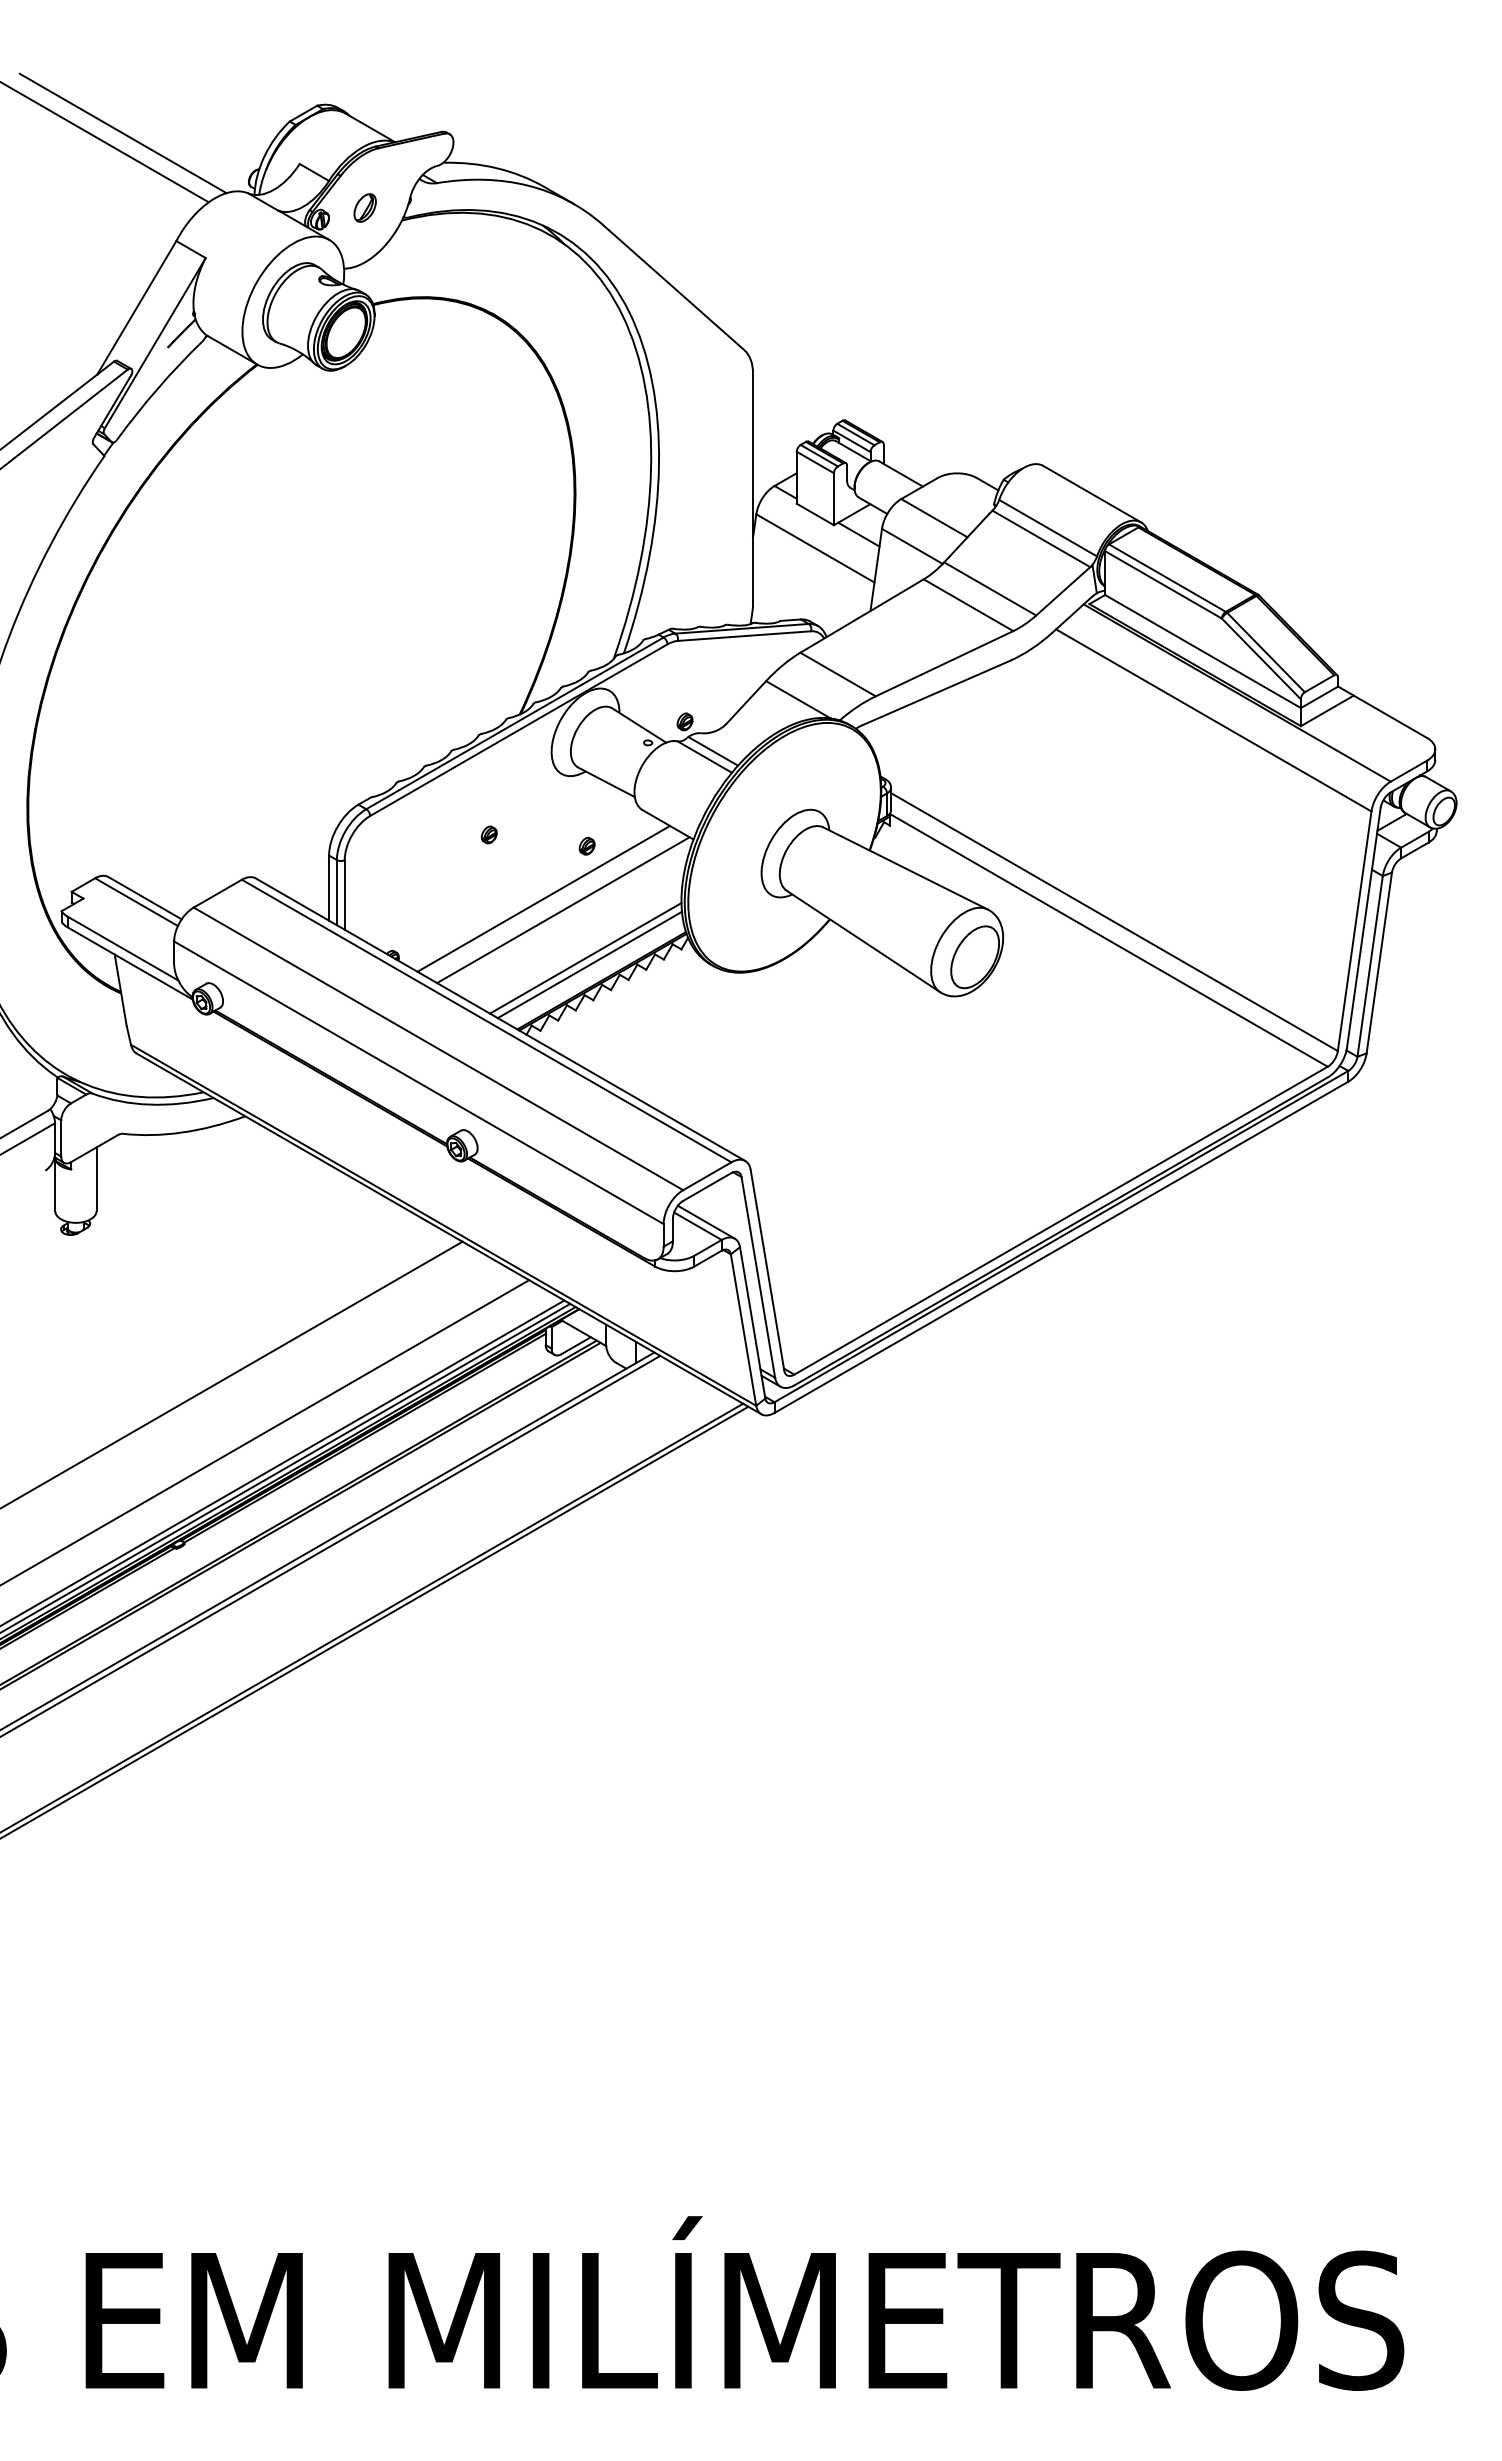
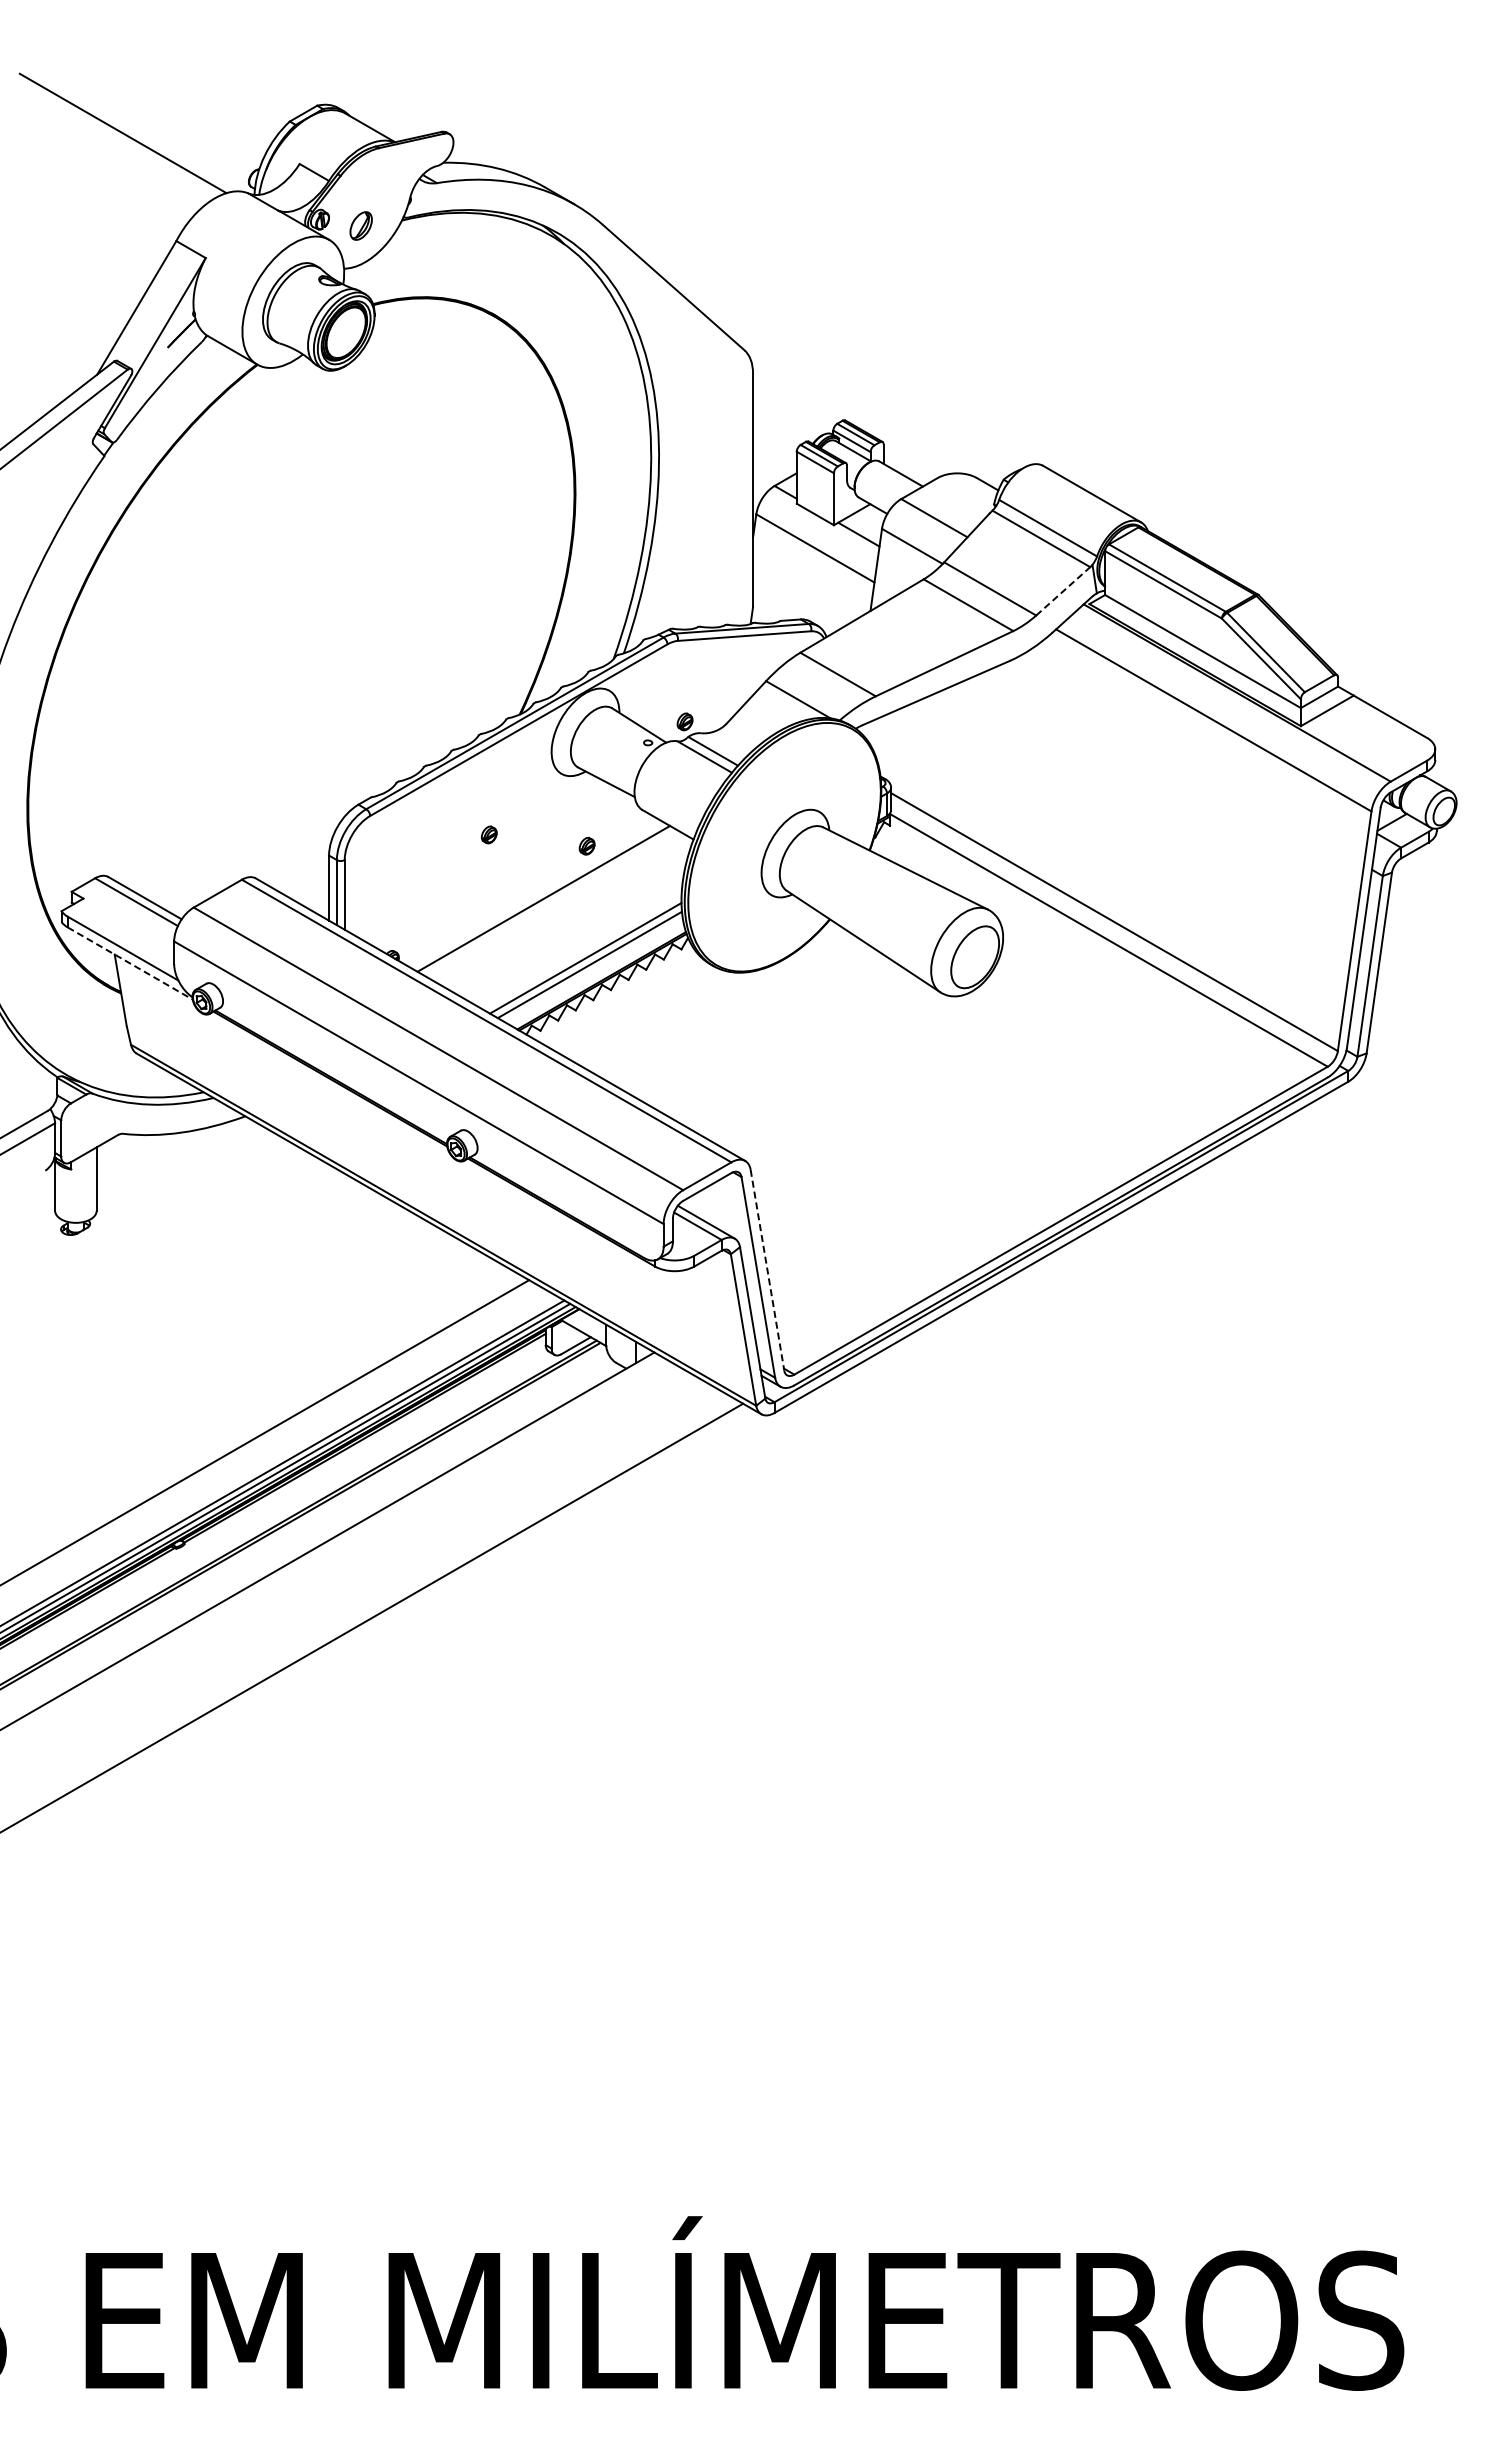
line at (105, 142): present -> none
part at (364, 207) position: (364, 207) -> (360, 225)
line at (1063, 591): solid -> dashed
line at (563, 910): present -> none
line at (130, 963): solid -> dashed
line at (767, 1270): solid -> dashed
line at (232, 1374): present -> none
line at (331, 1545): present -> none
line at (375, 1621): present -> none
